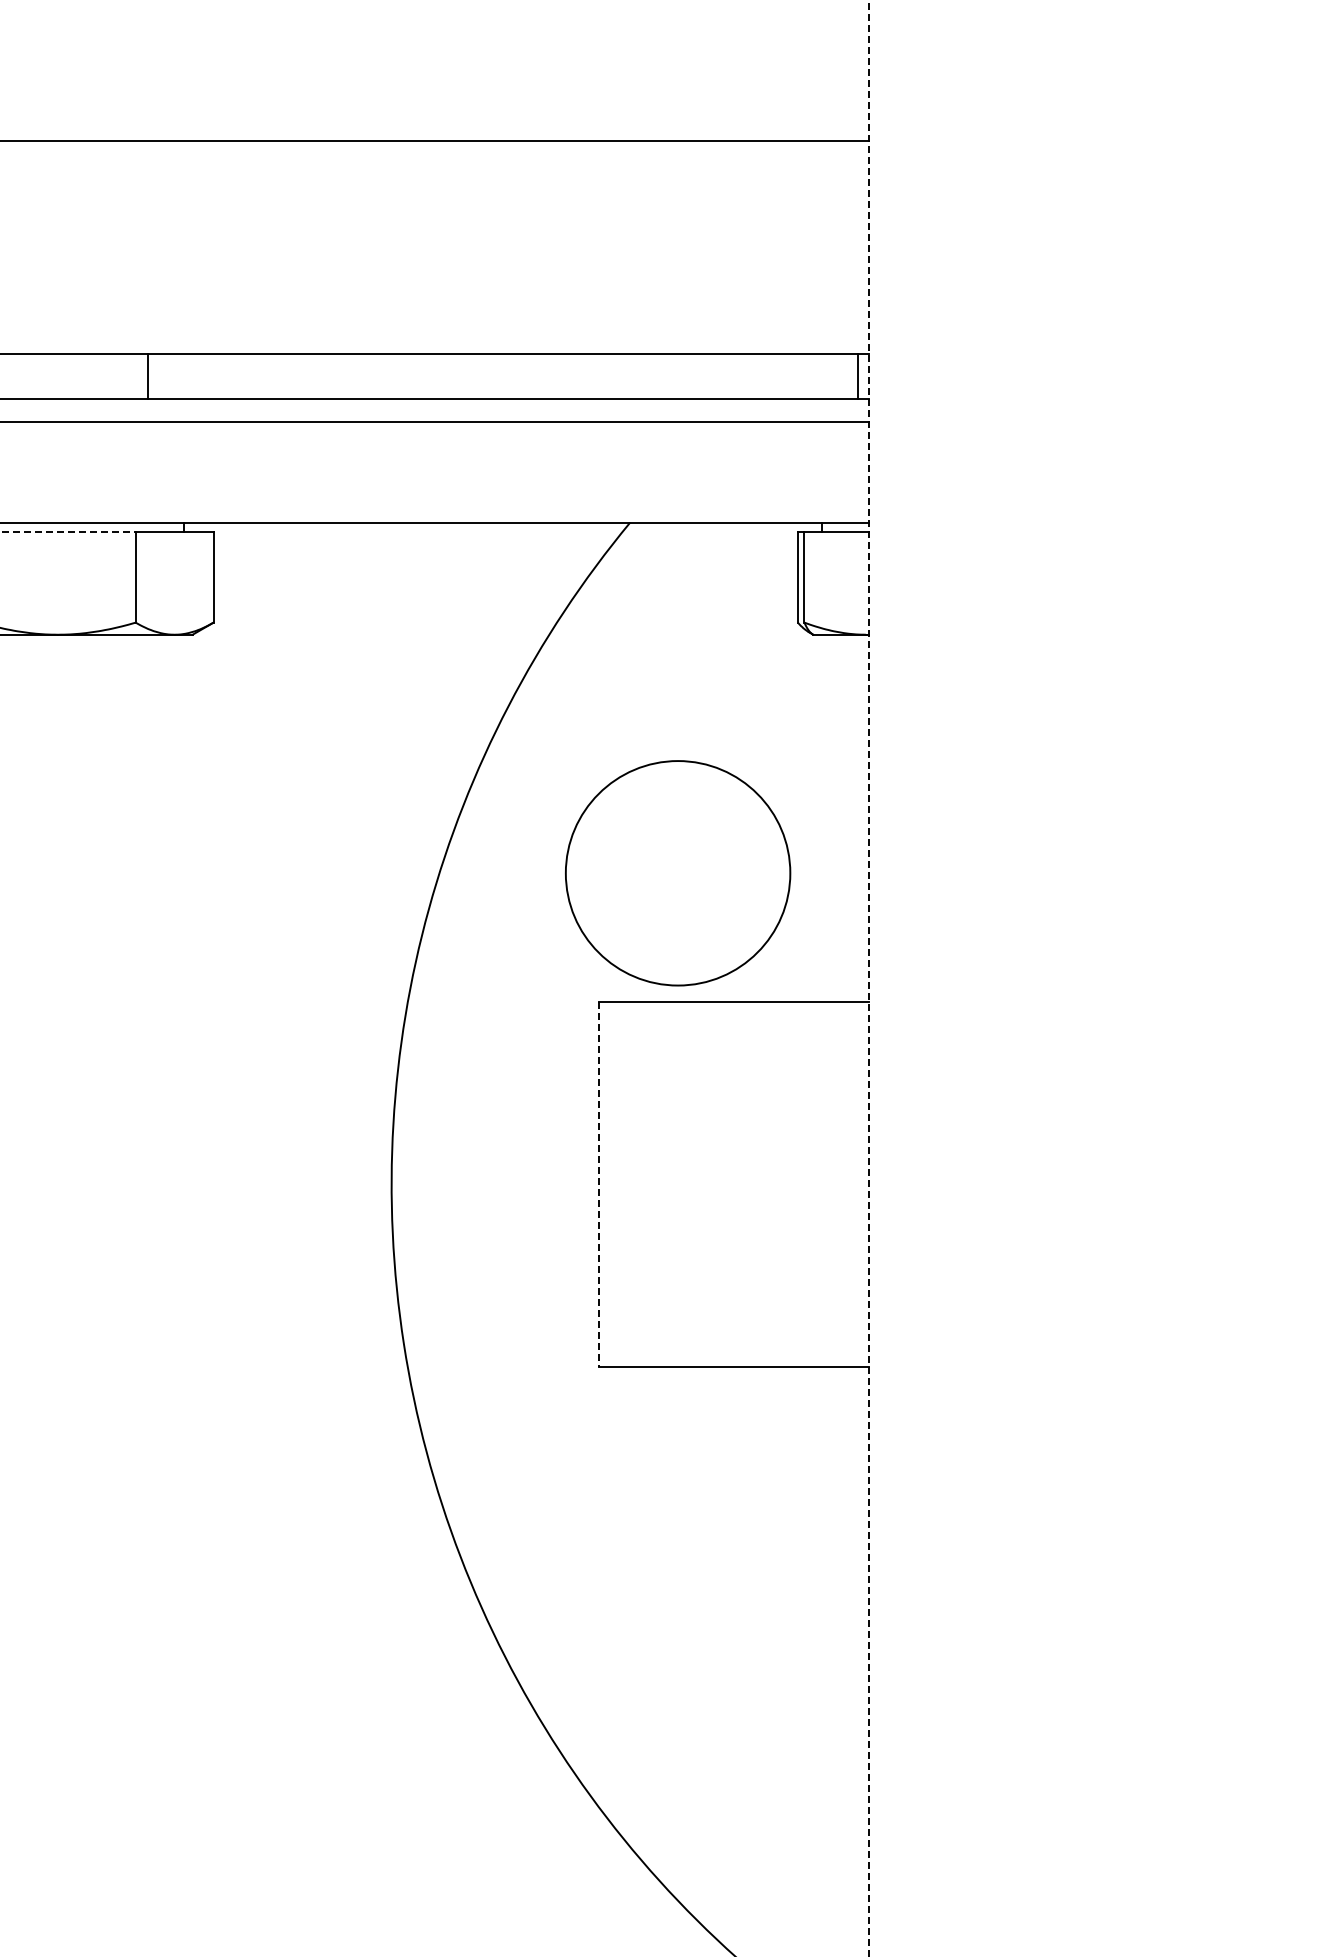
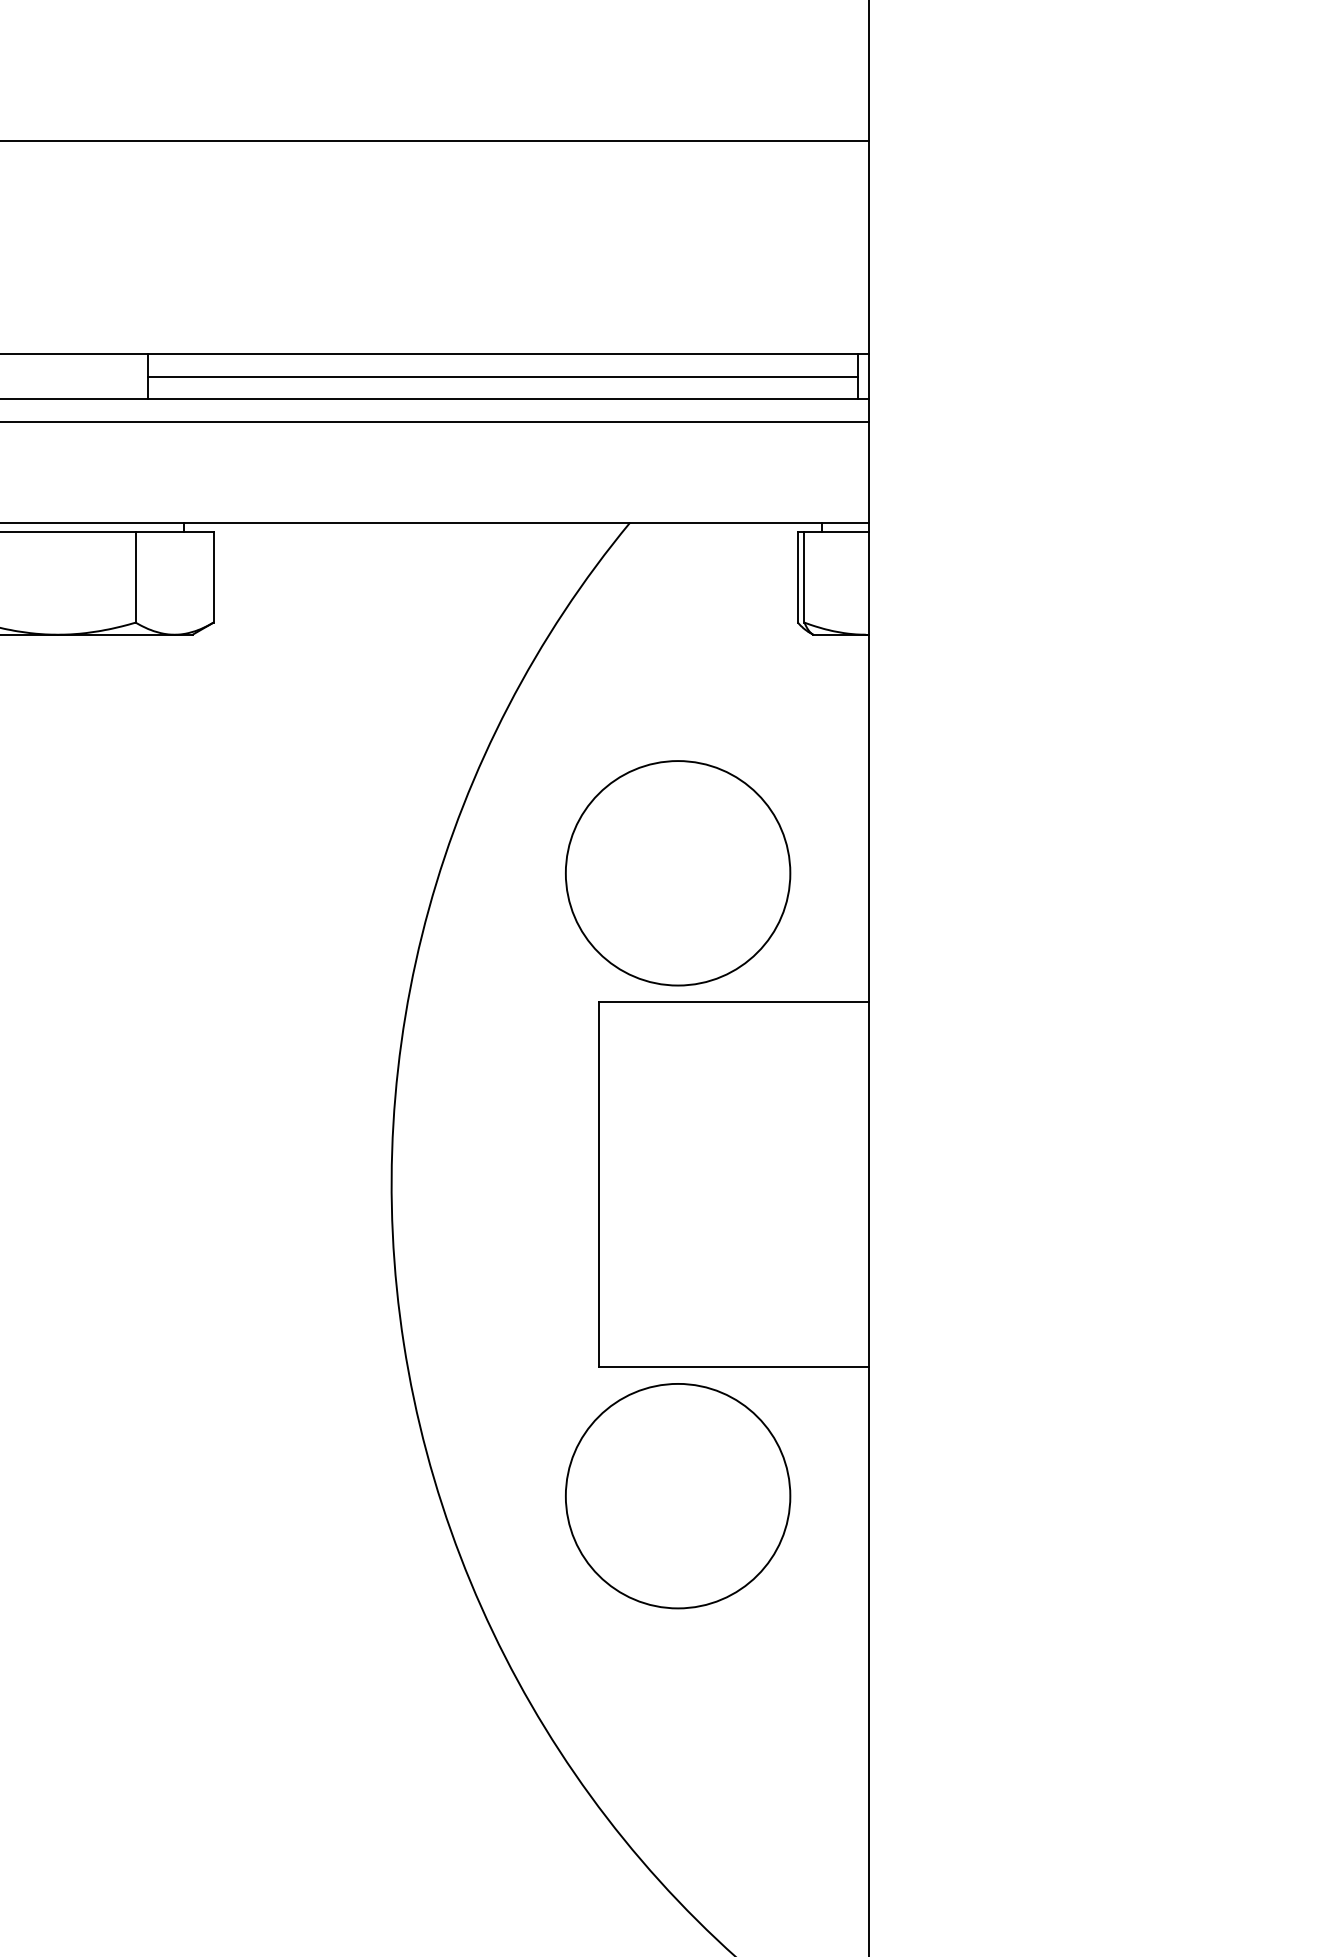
line at (502, 376): none -> present
line at (67, 531): dashed -> solid
line at (868, 978): dashed -> solid
line at (598, 1185): dashed -> solid
circle at (678, 1496): none -> present
